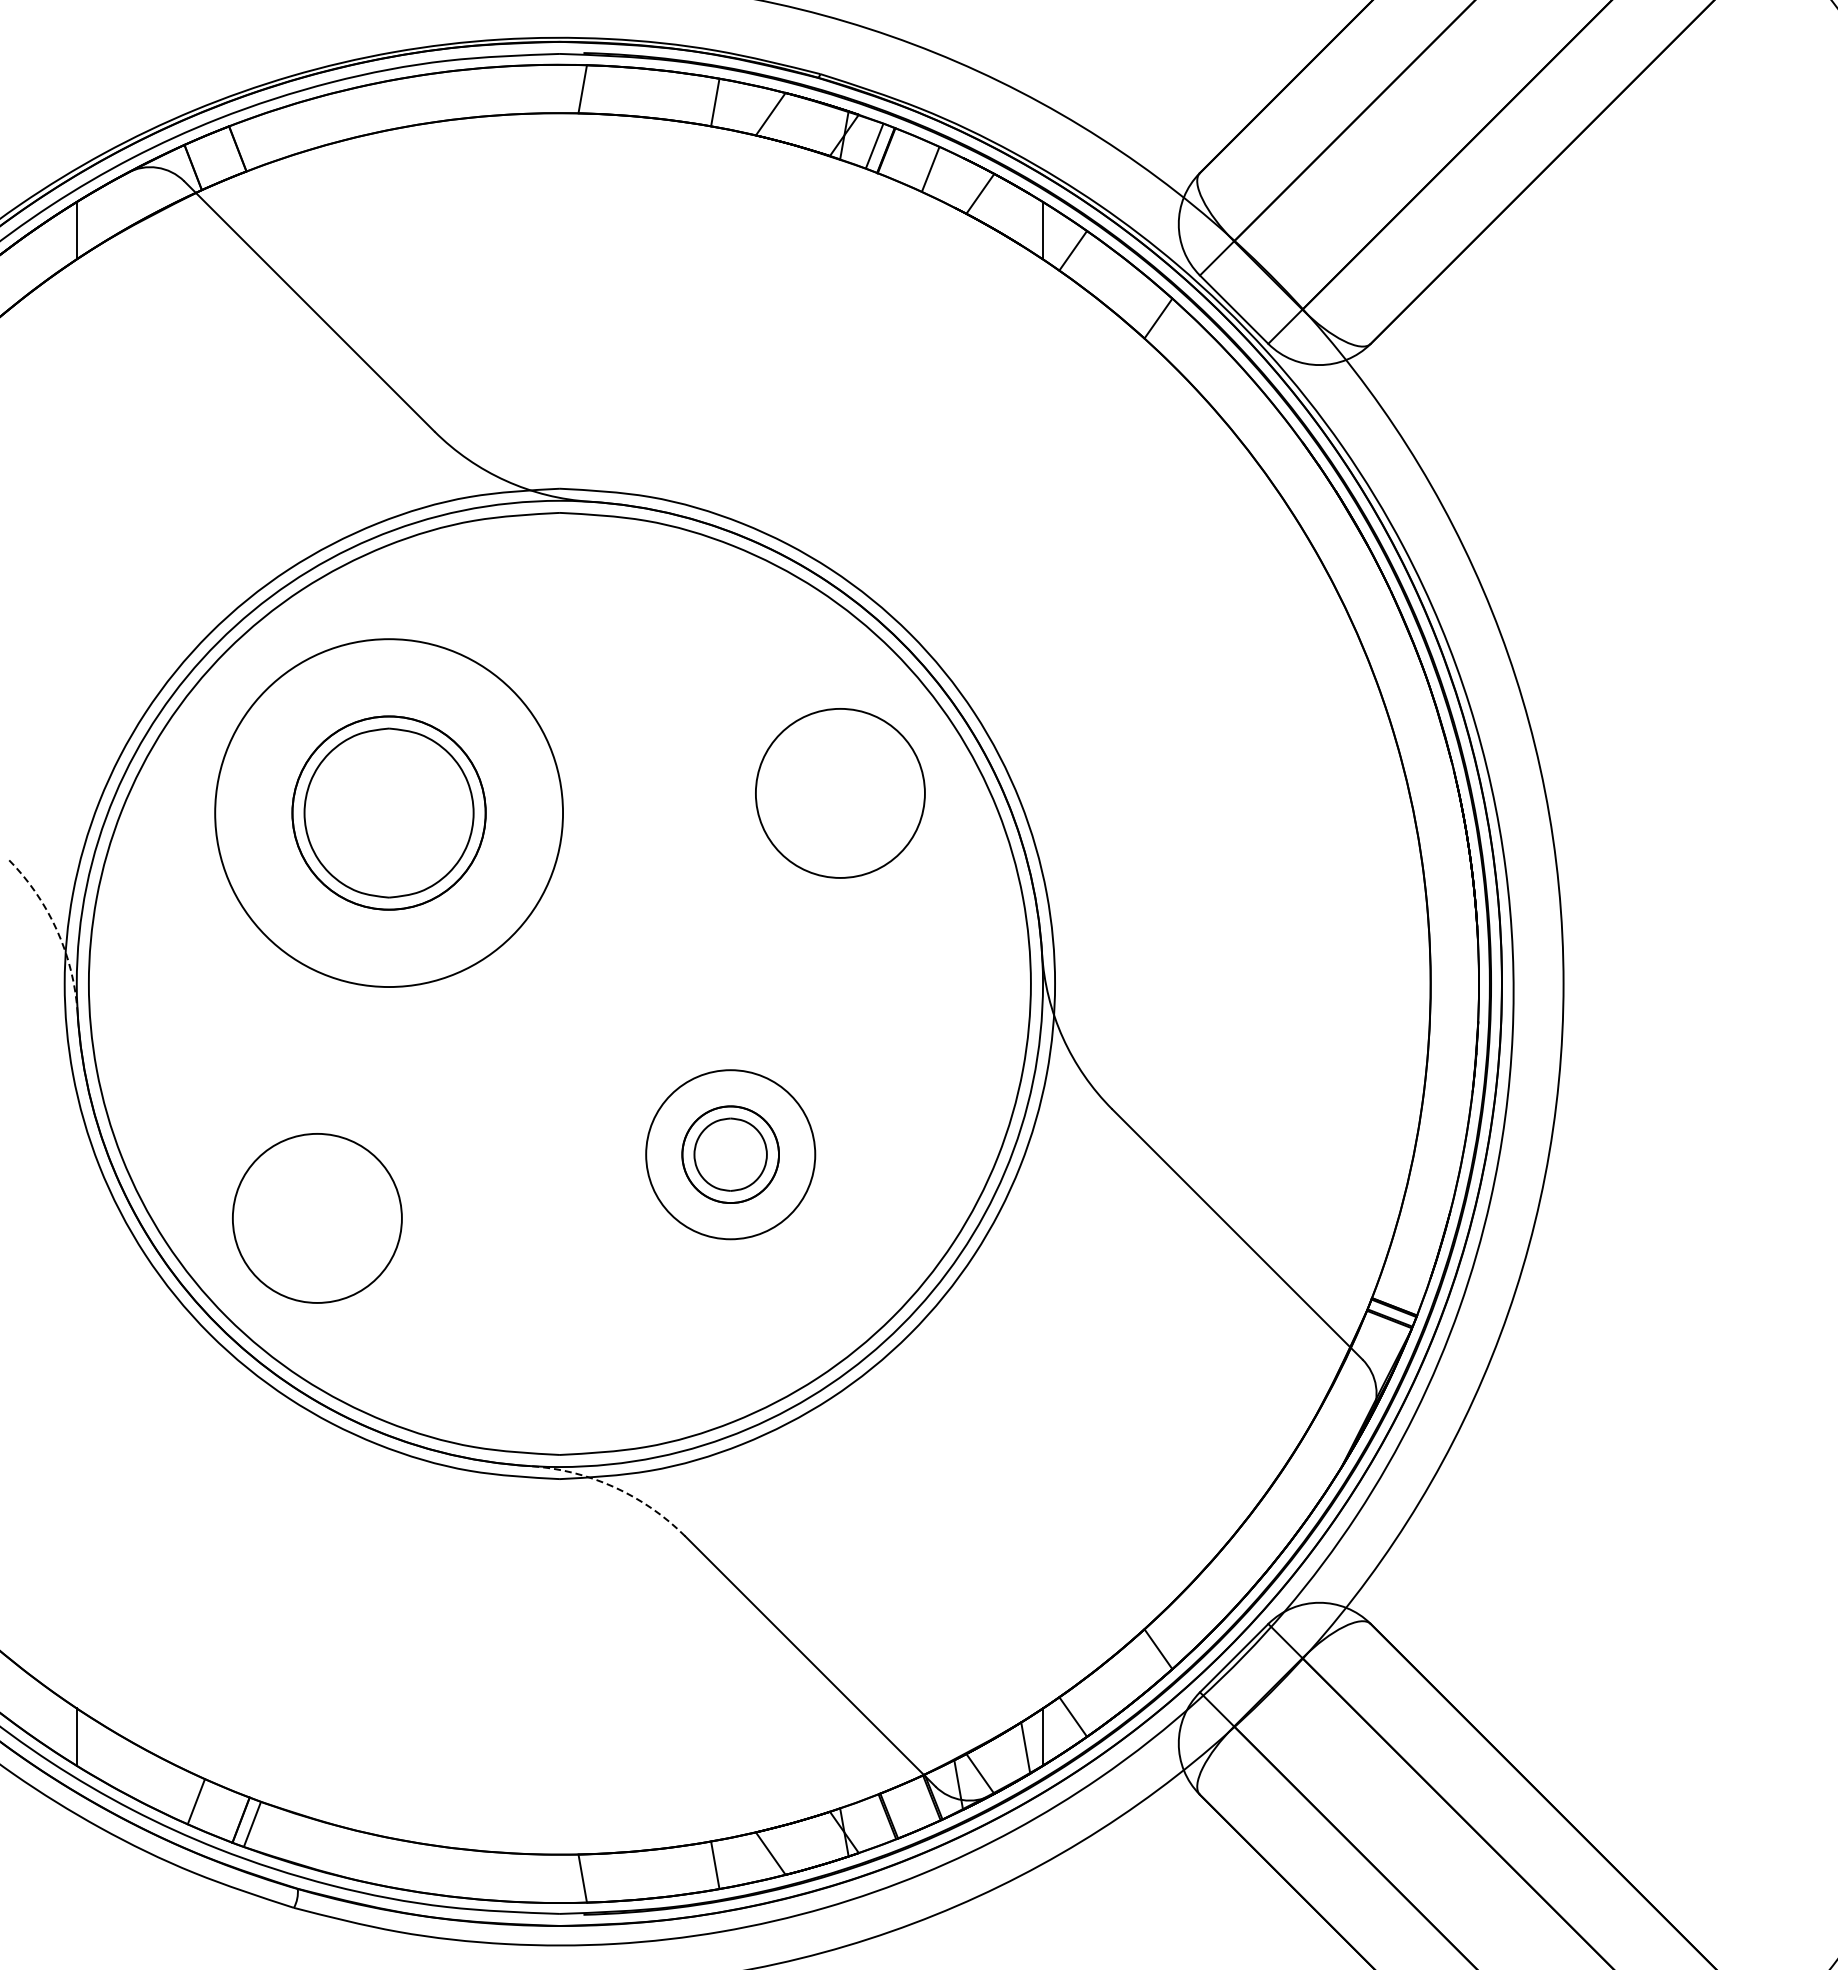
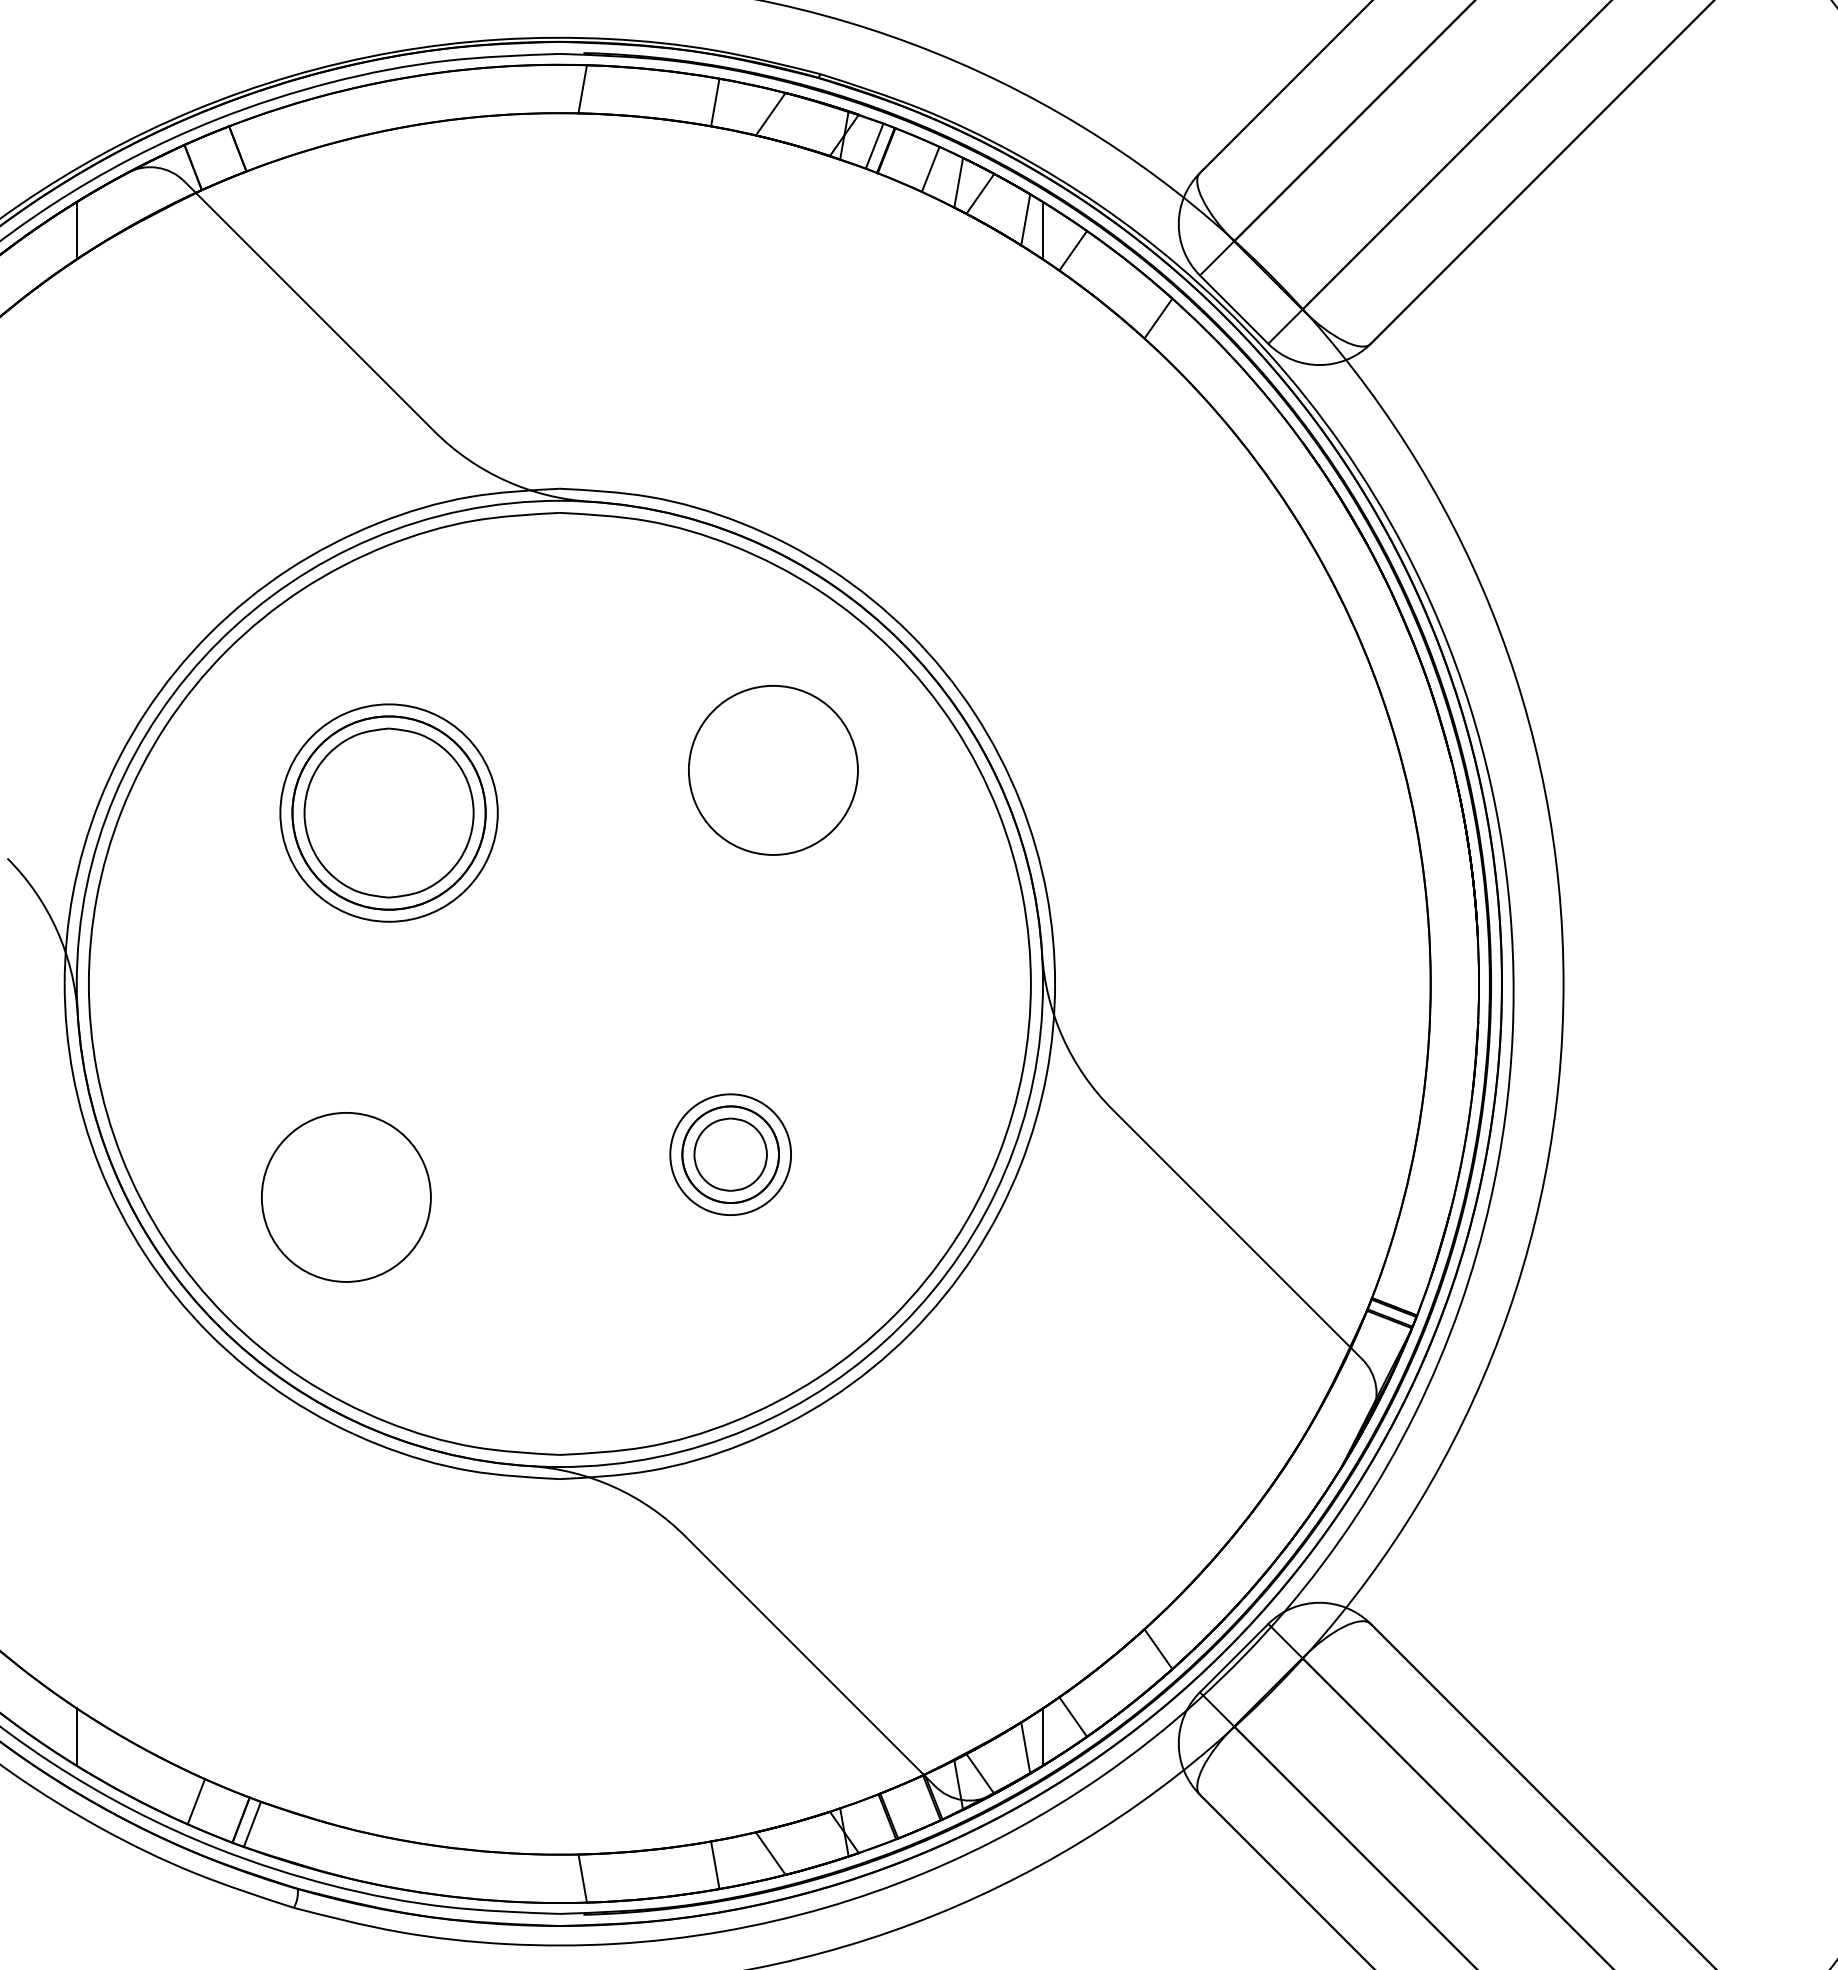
line at (958, 182): none -> present
line at (1025, 219): none -> present
circle at (840, 793) position: (840, 793) -> (773, 770)
circle at (389, 813) diameter: 348 px -> 217 px
arc at (56, 929): dashed -> solid
circle at (730, 1154) diameter: 169 px -> 121 px
circle at (317, 1218) position: (317, 1218) -> (346, 1197)
arc at (613, 1487): dashed -> solid
